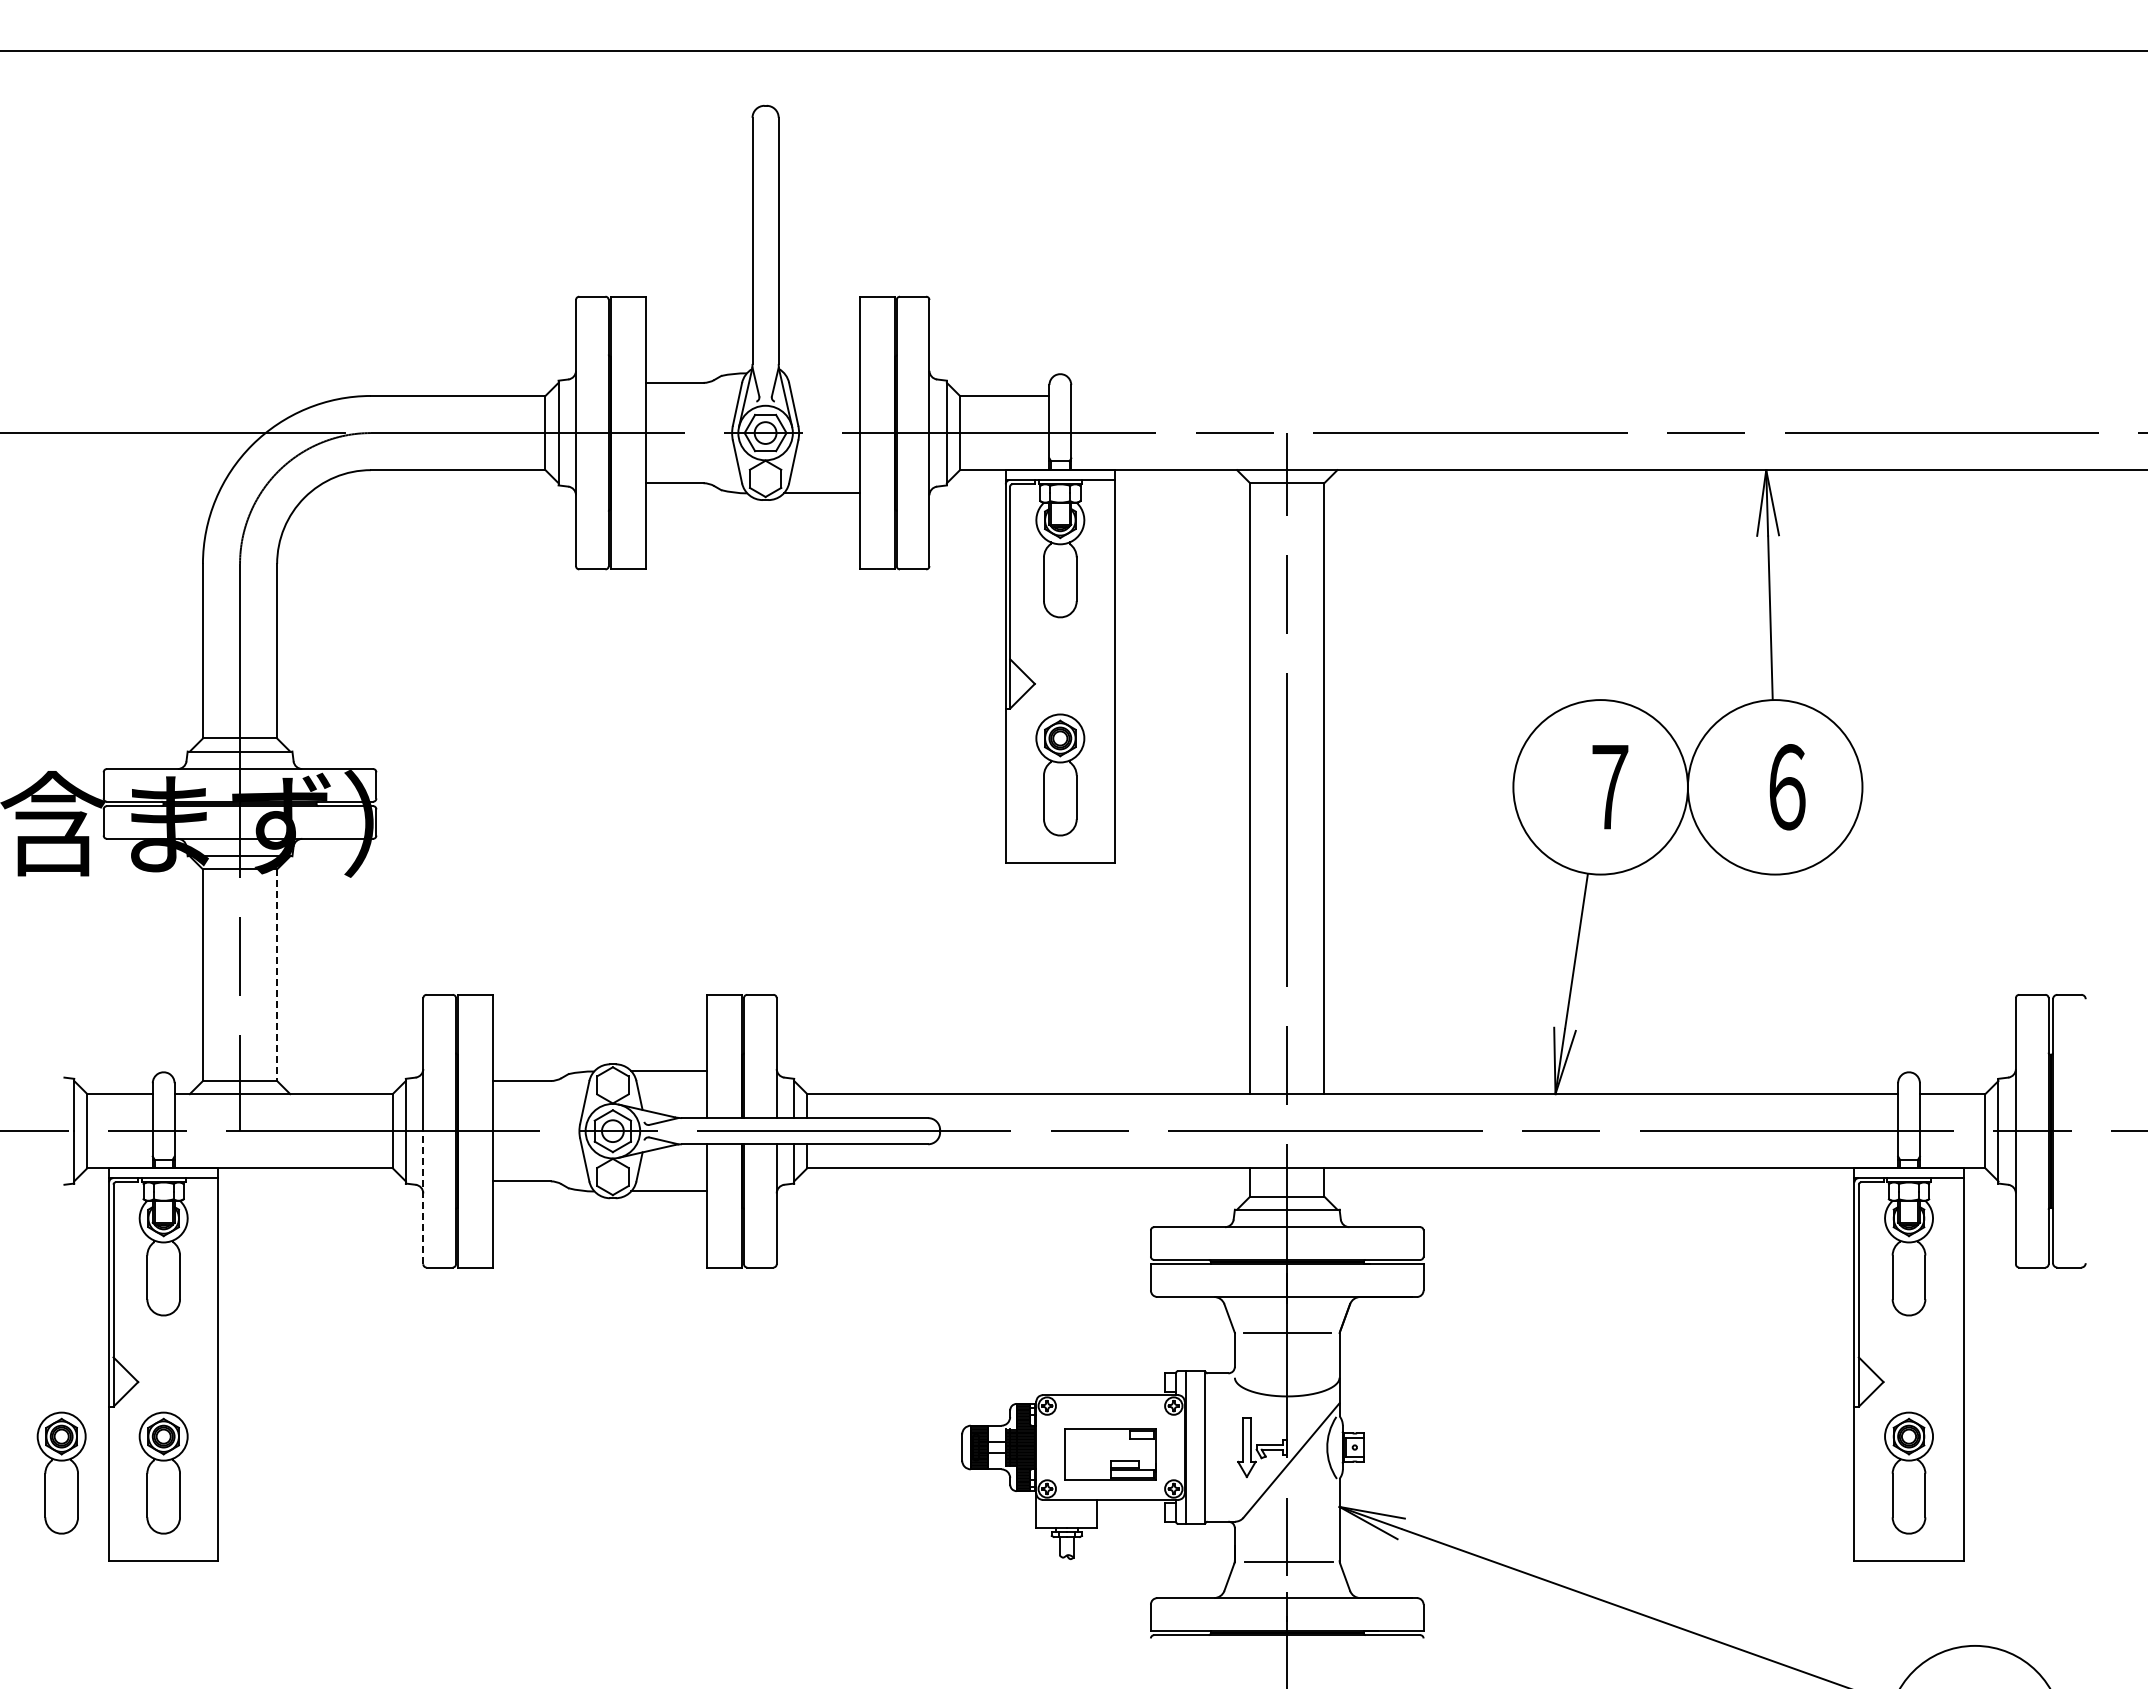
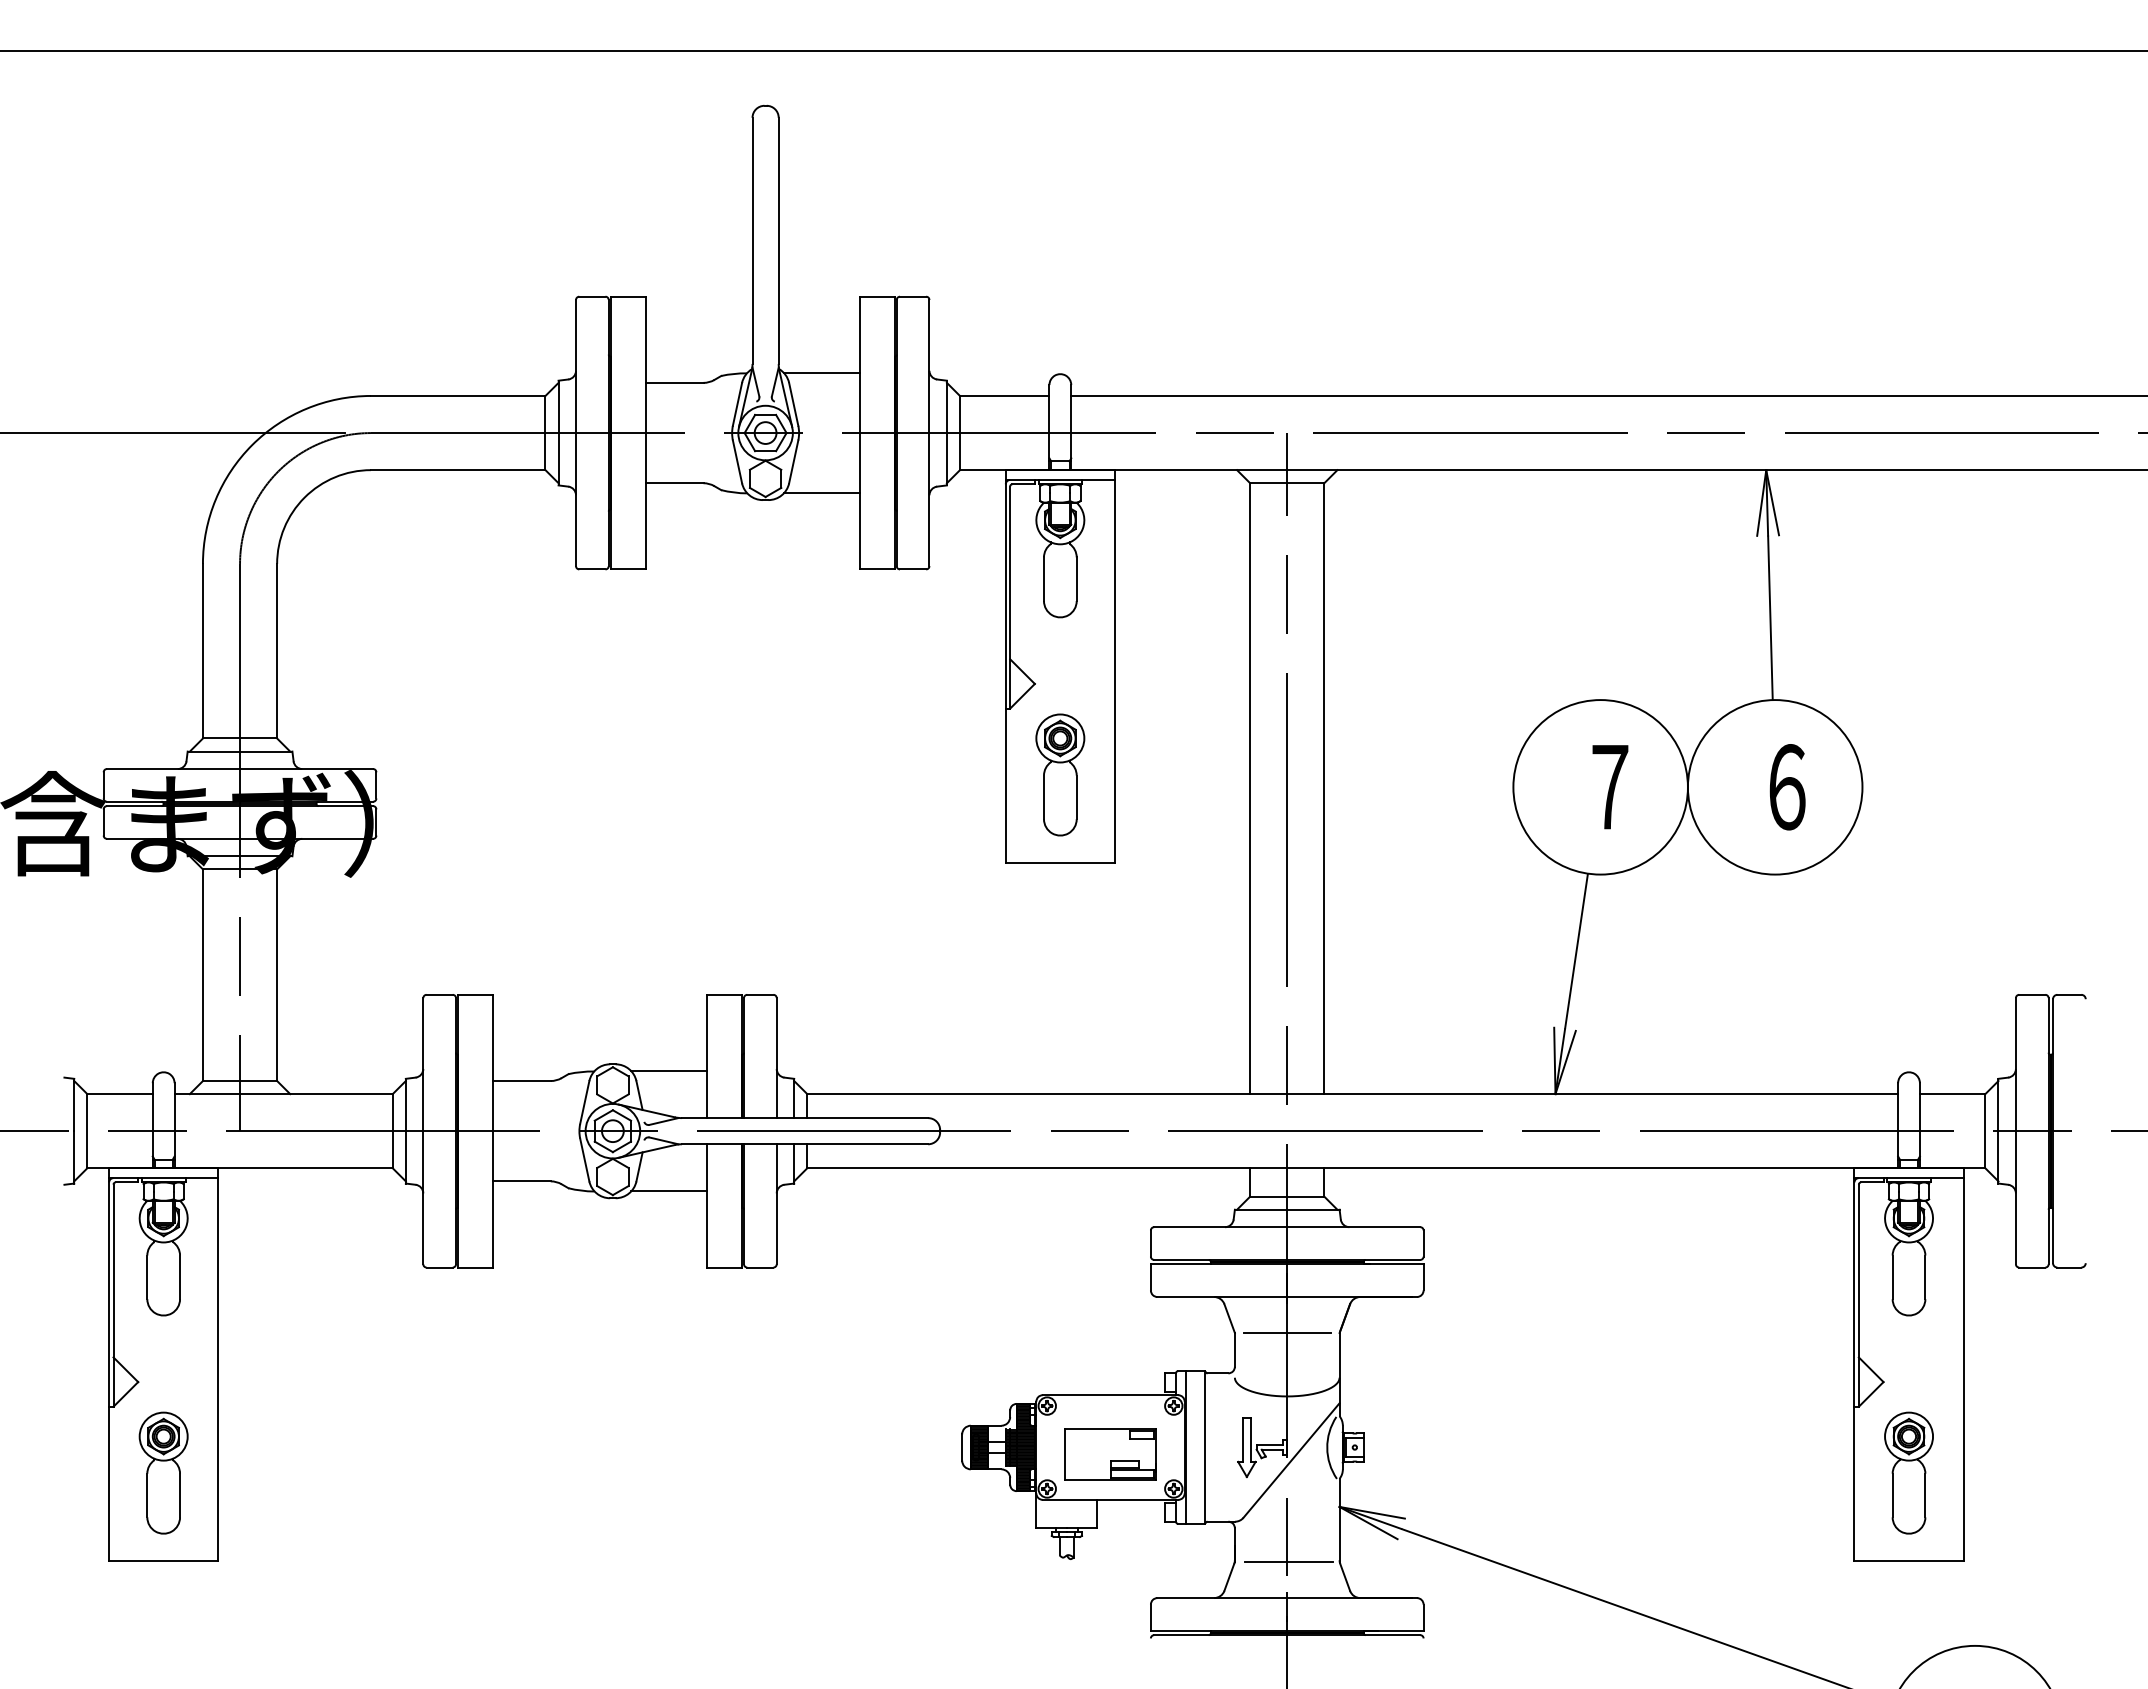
line at (821, 373): none -> present
line at (1607, 395): none -> present
line at (277, 975): dashed -> solid
line at (423, 1197): dashed -> solid
part at (61, 1472): present -> none
